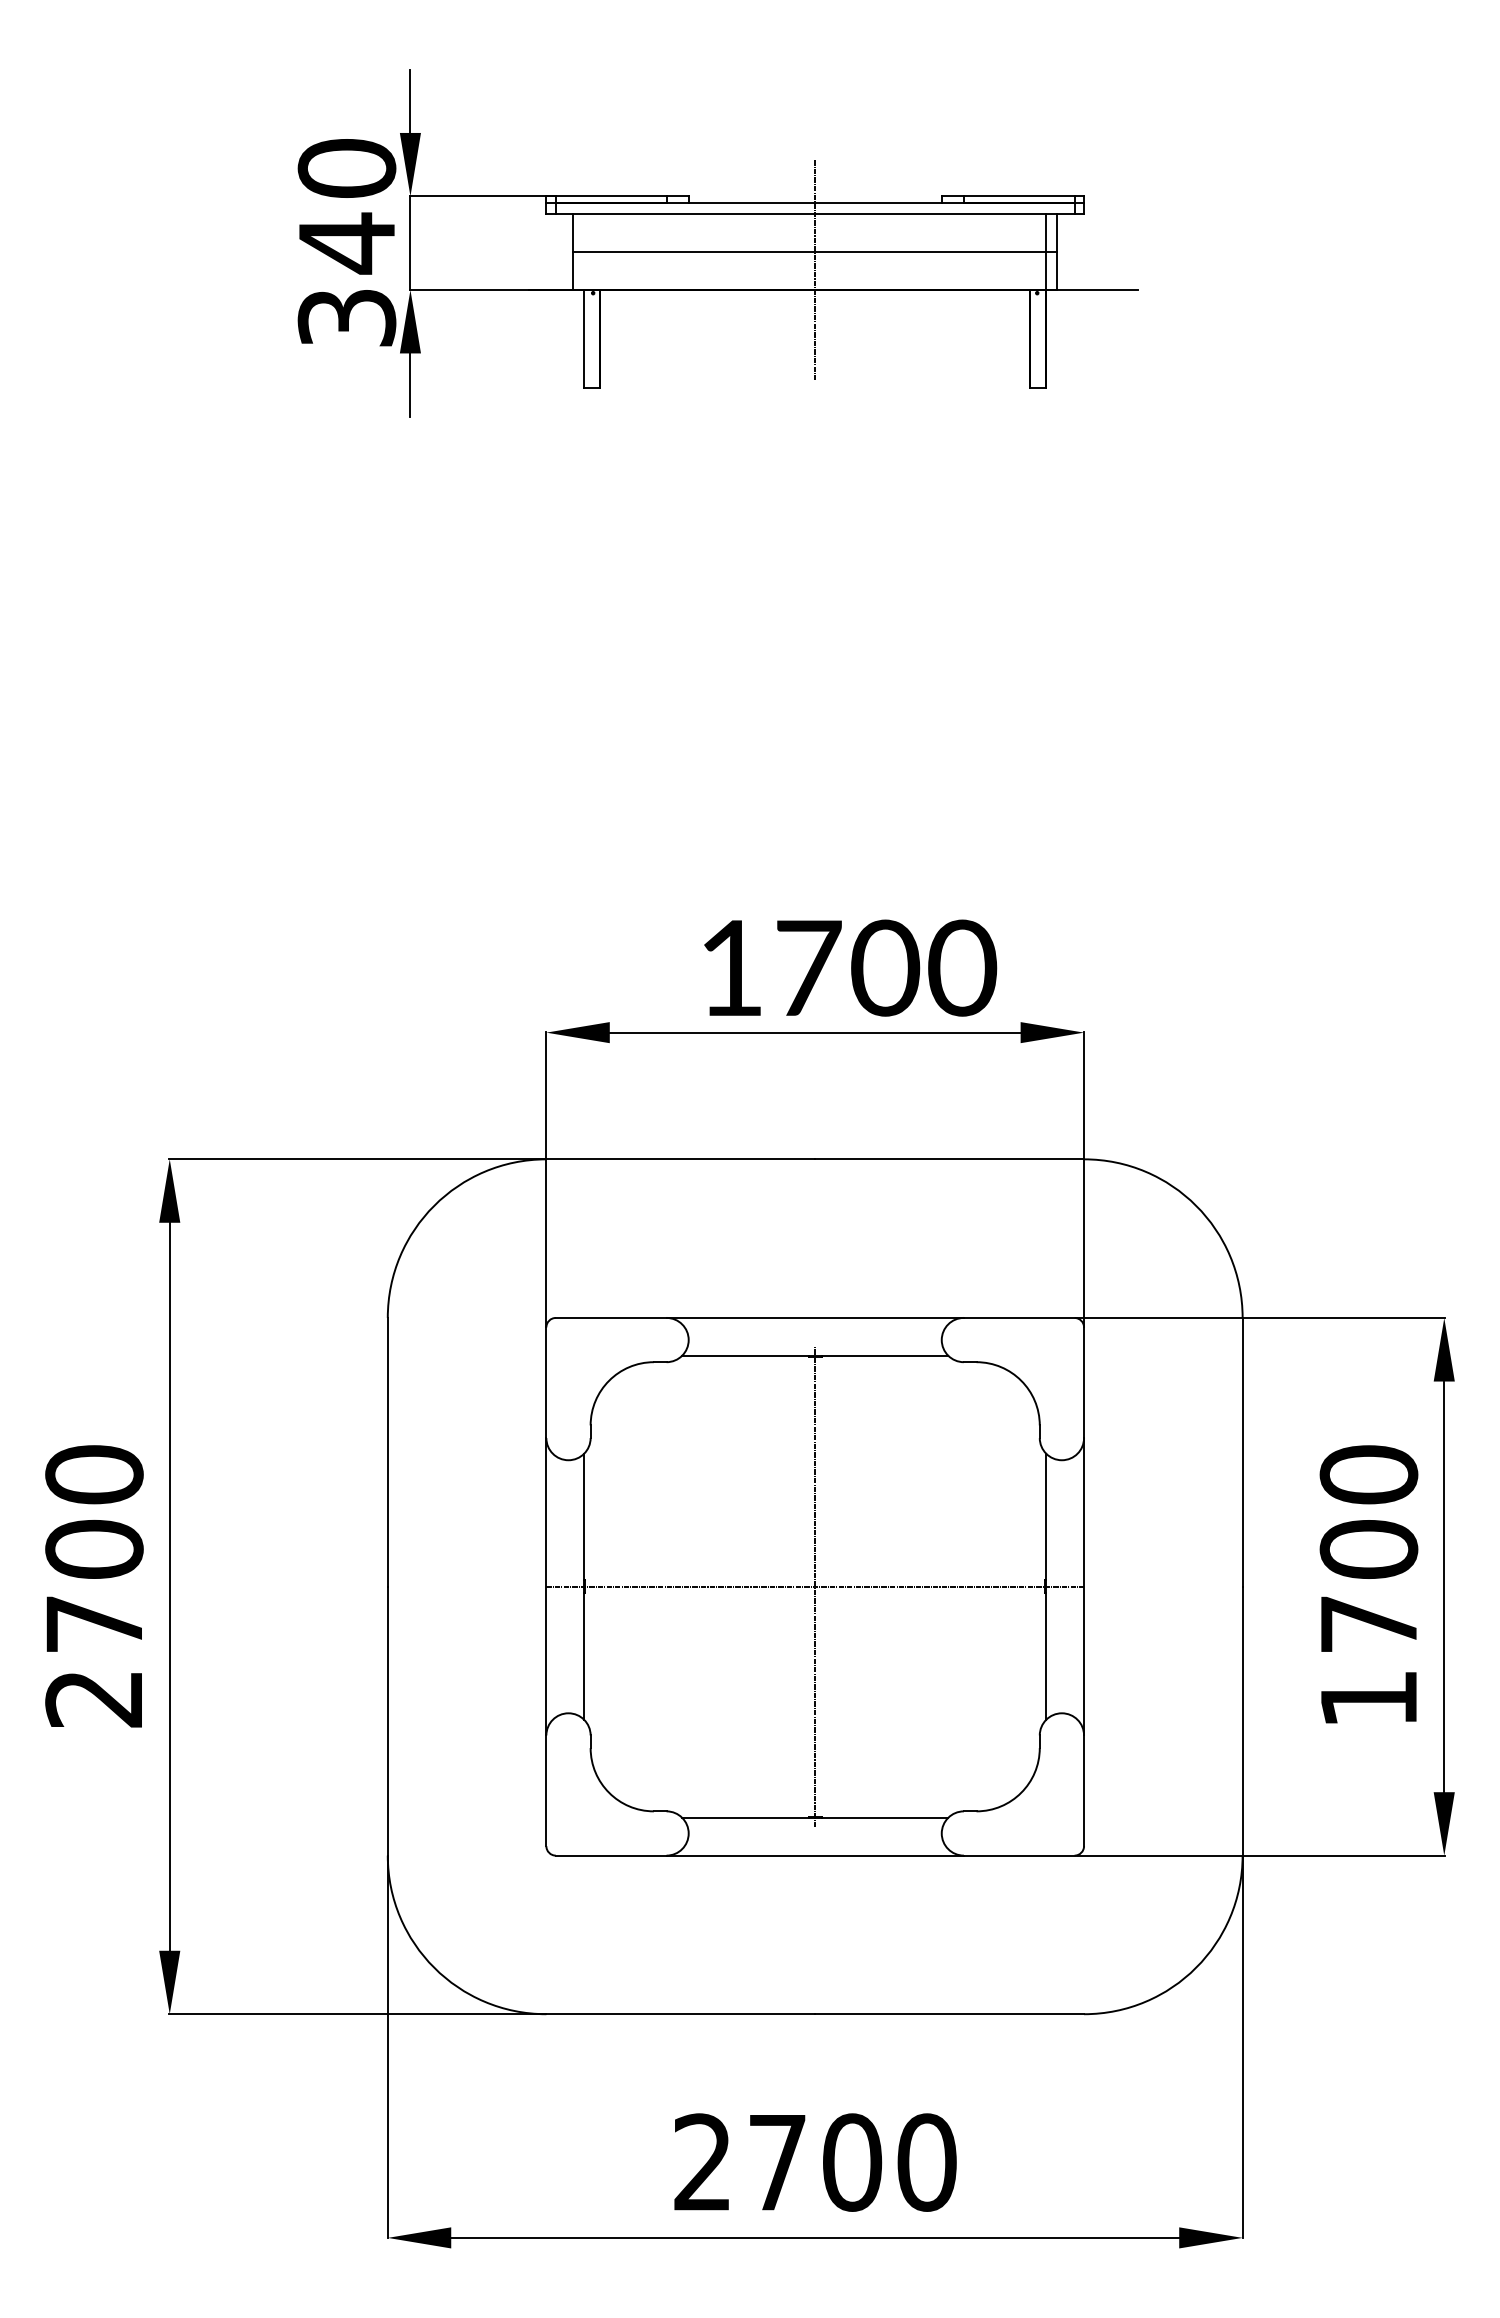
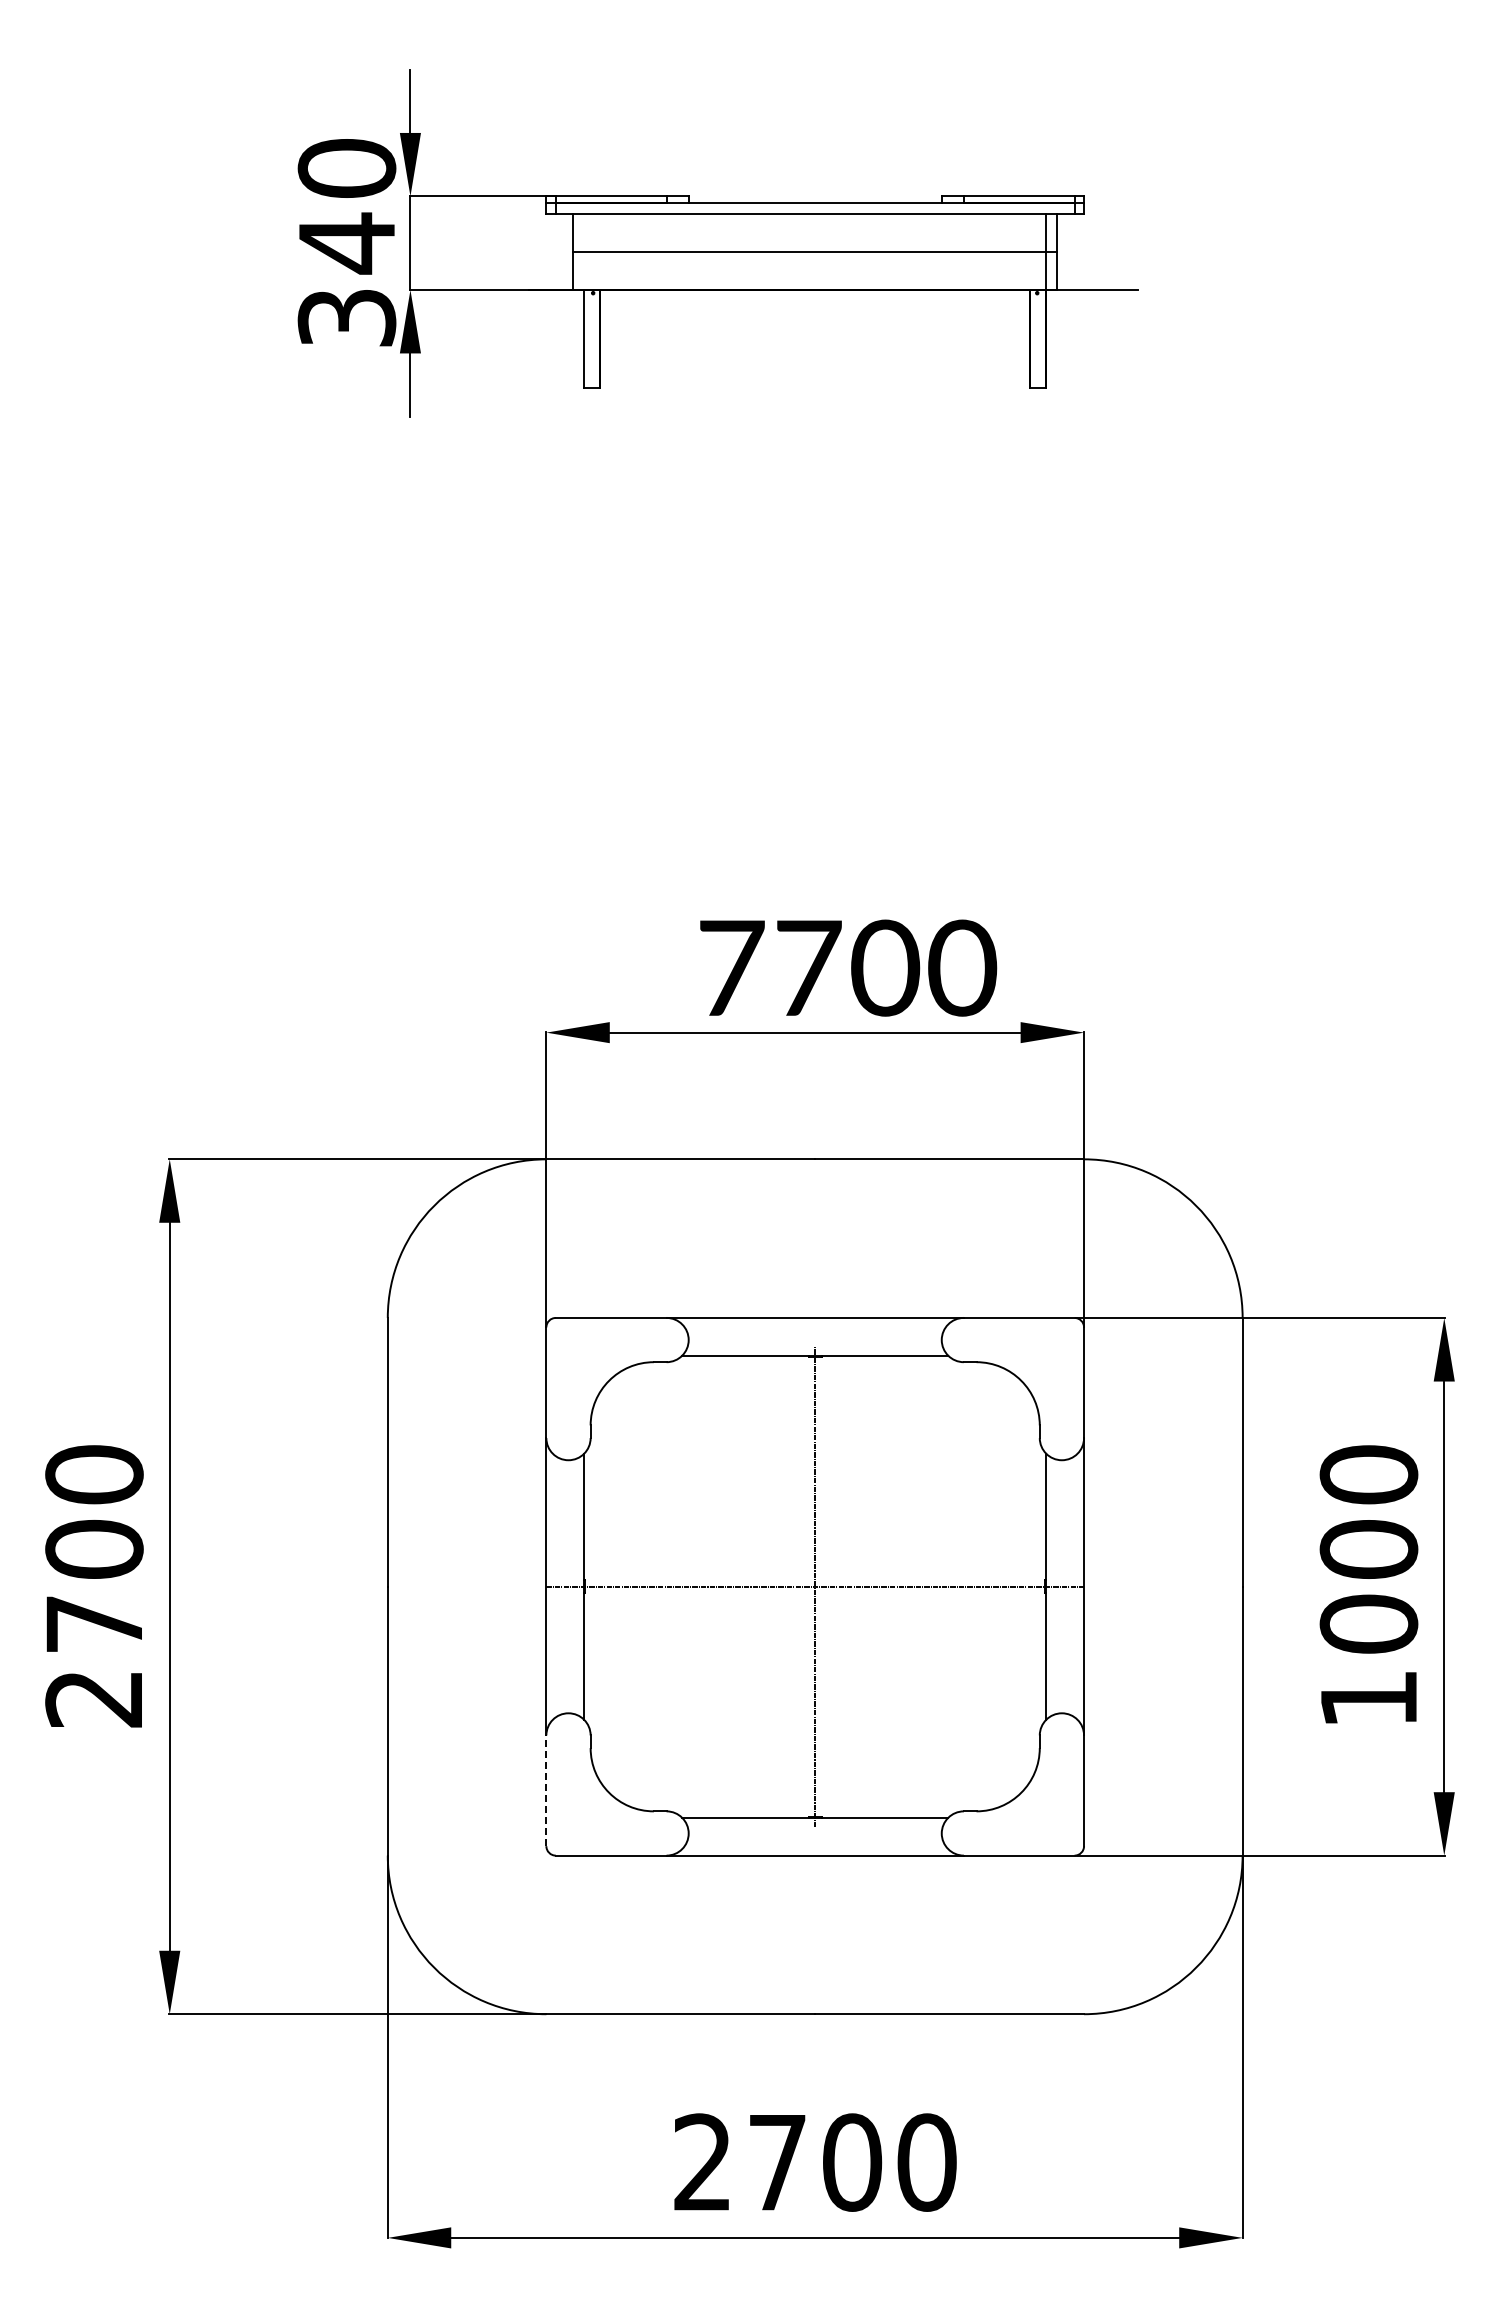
line at (815, 270): present -> none
text at (732, 967): 1700 -> 7700
text at (1368, 1623): 1700 -> 1000
line at (546, 1790): solid -> dashed
